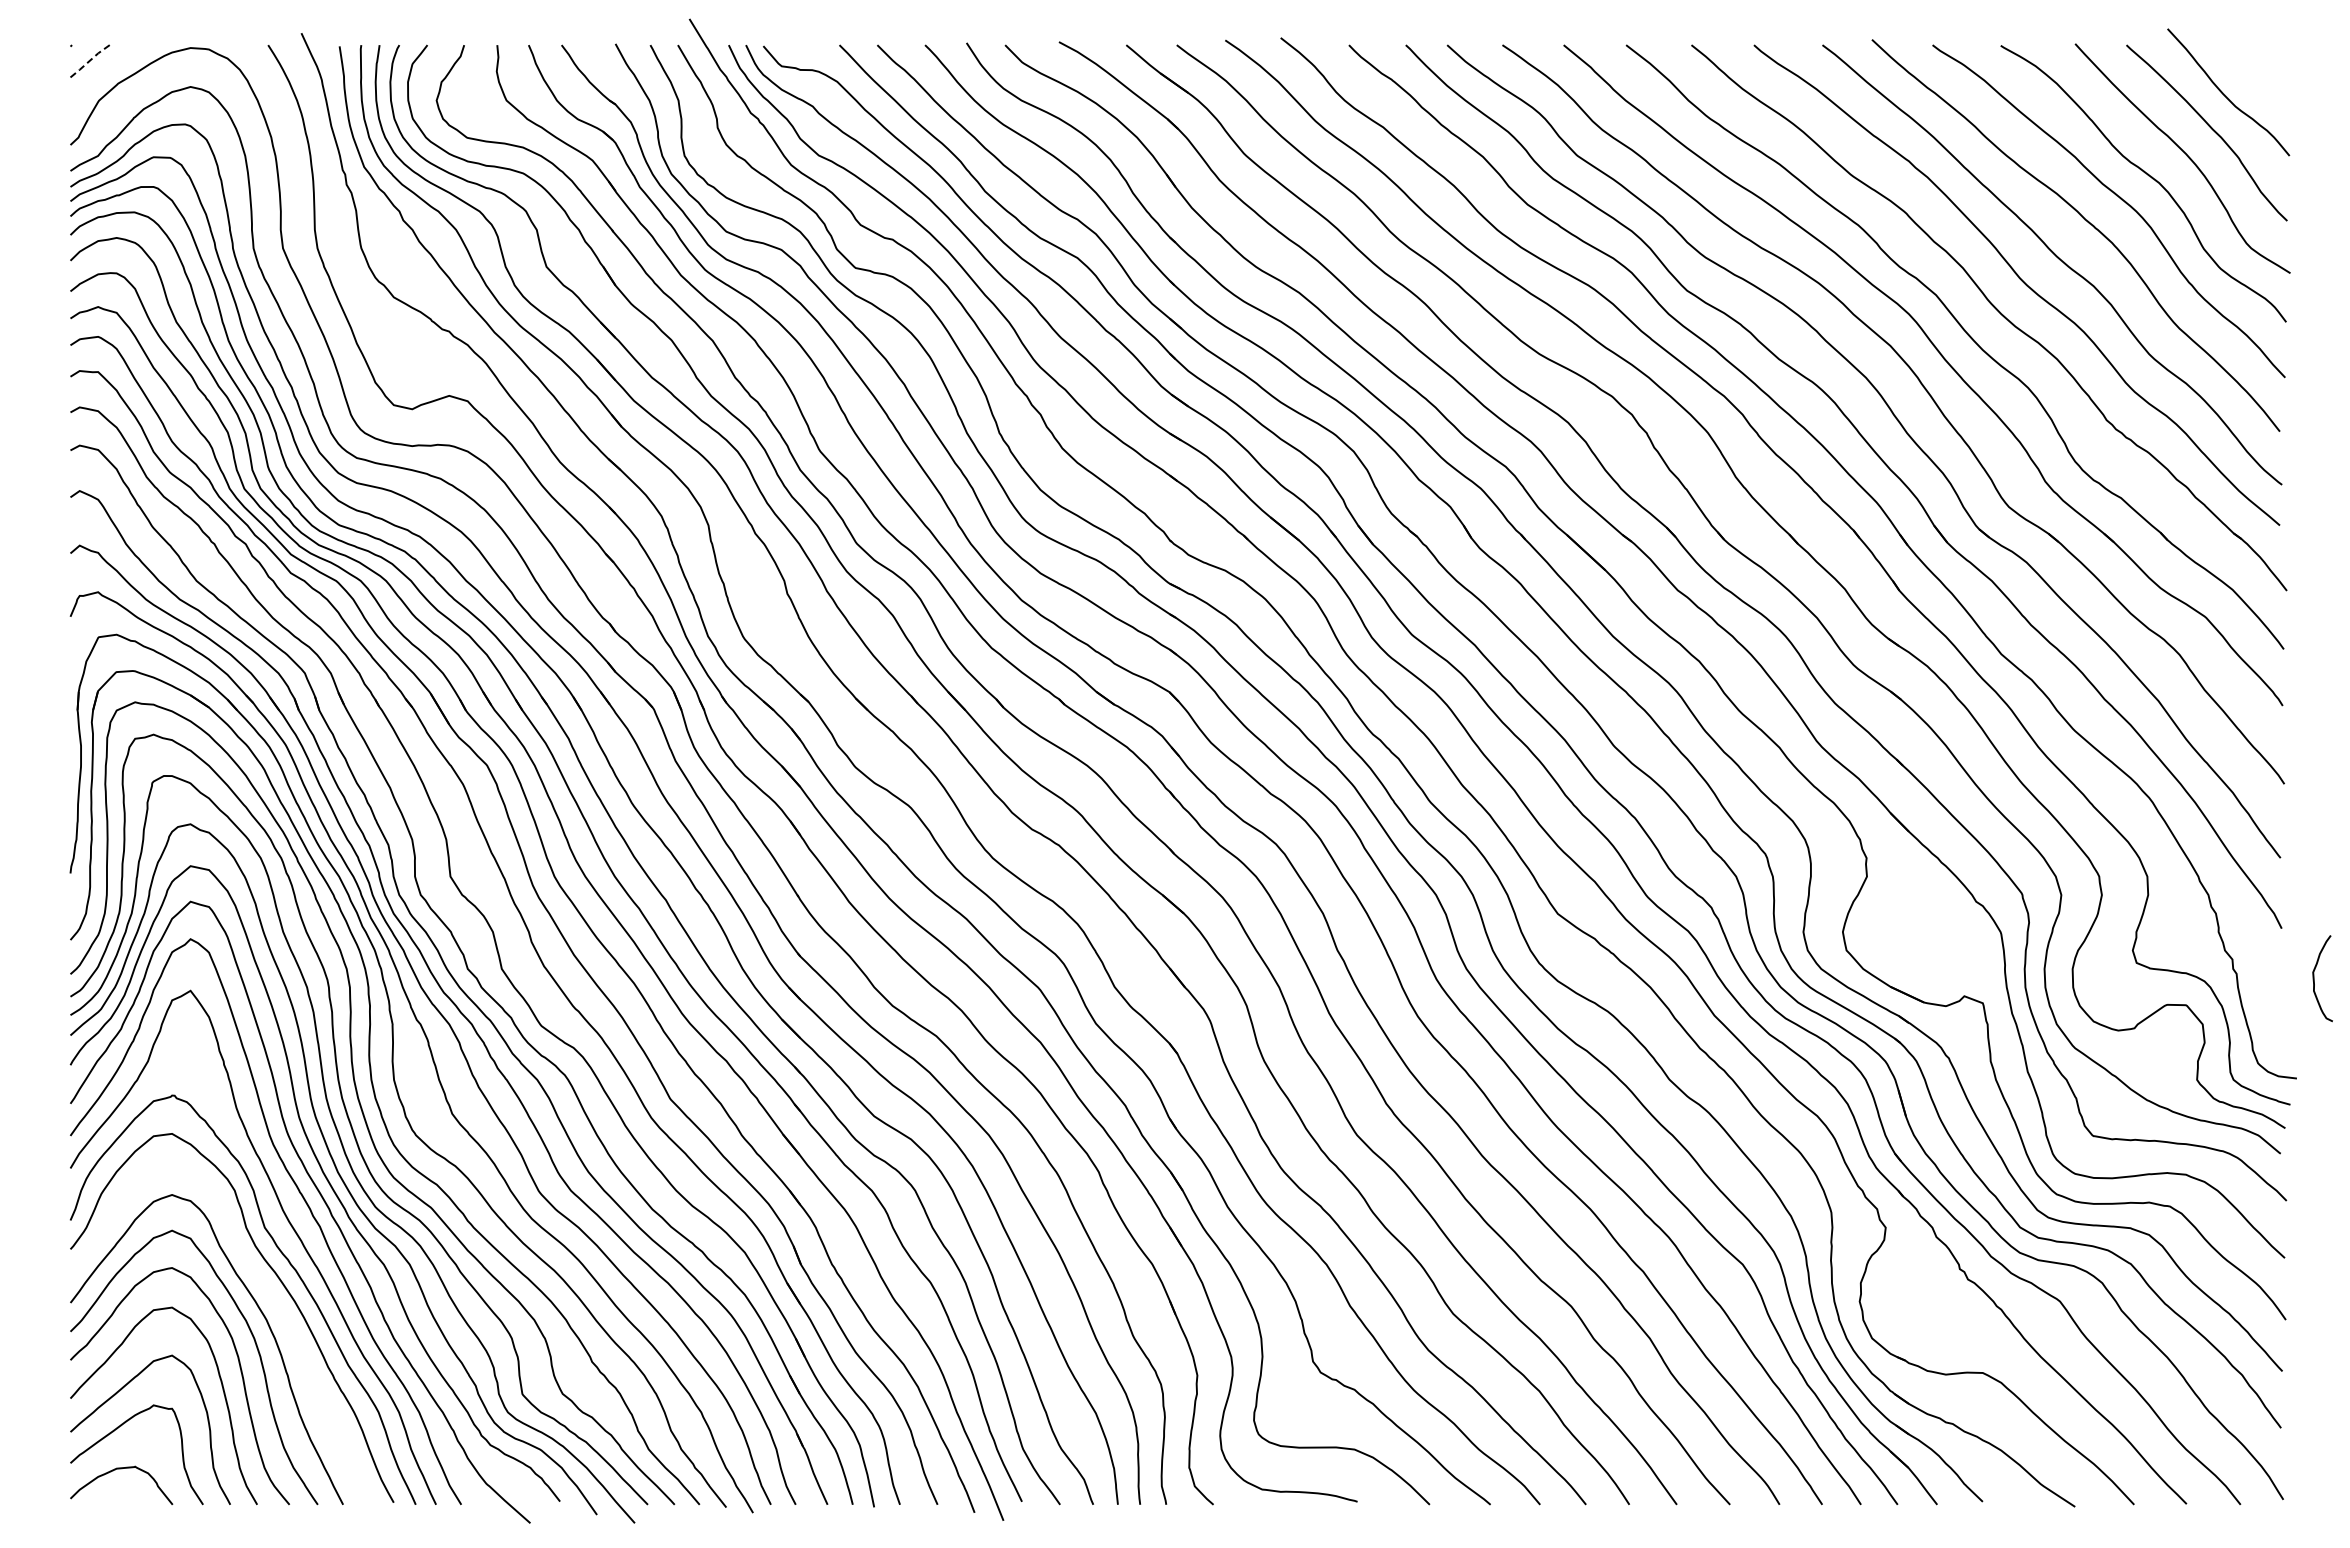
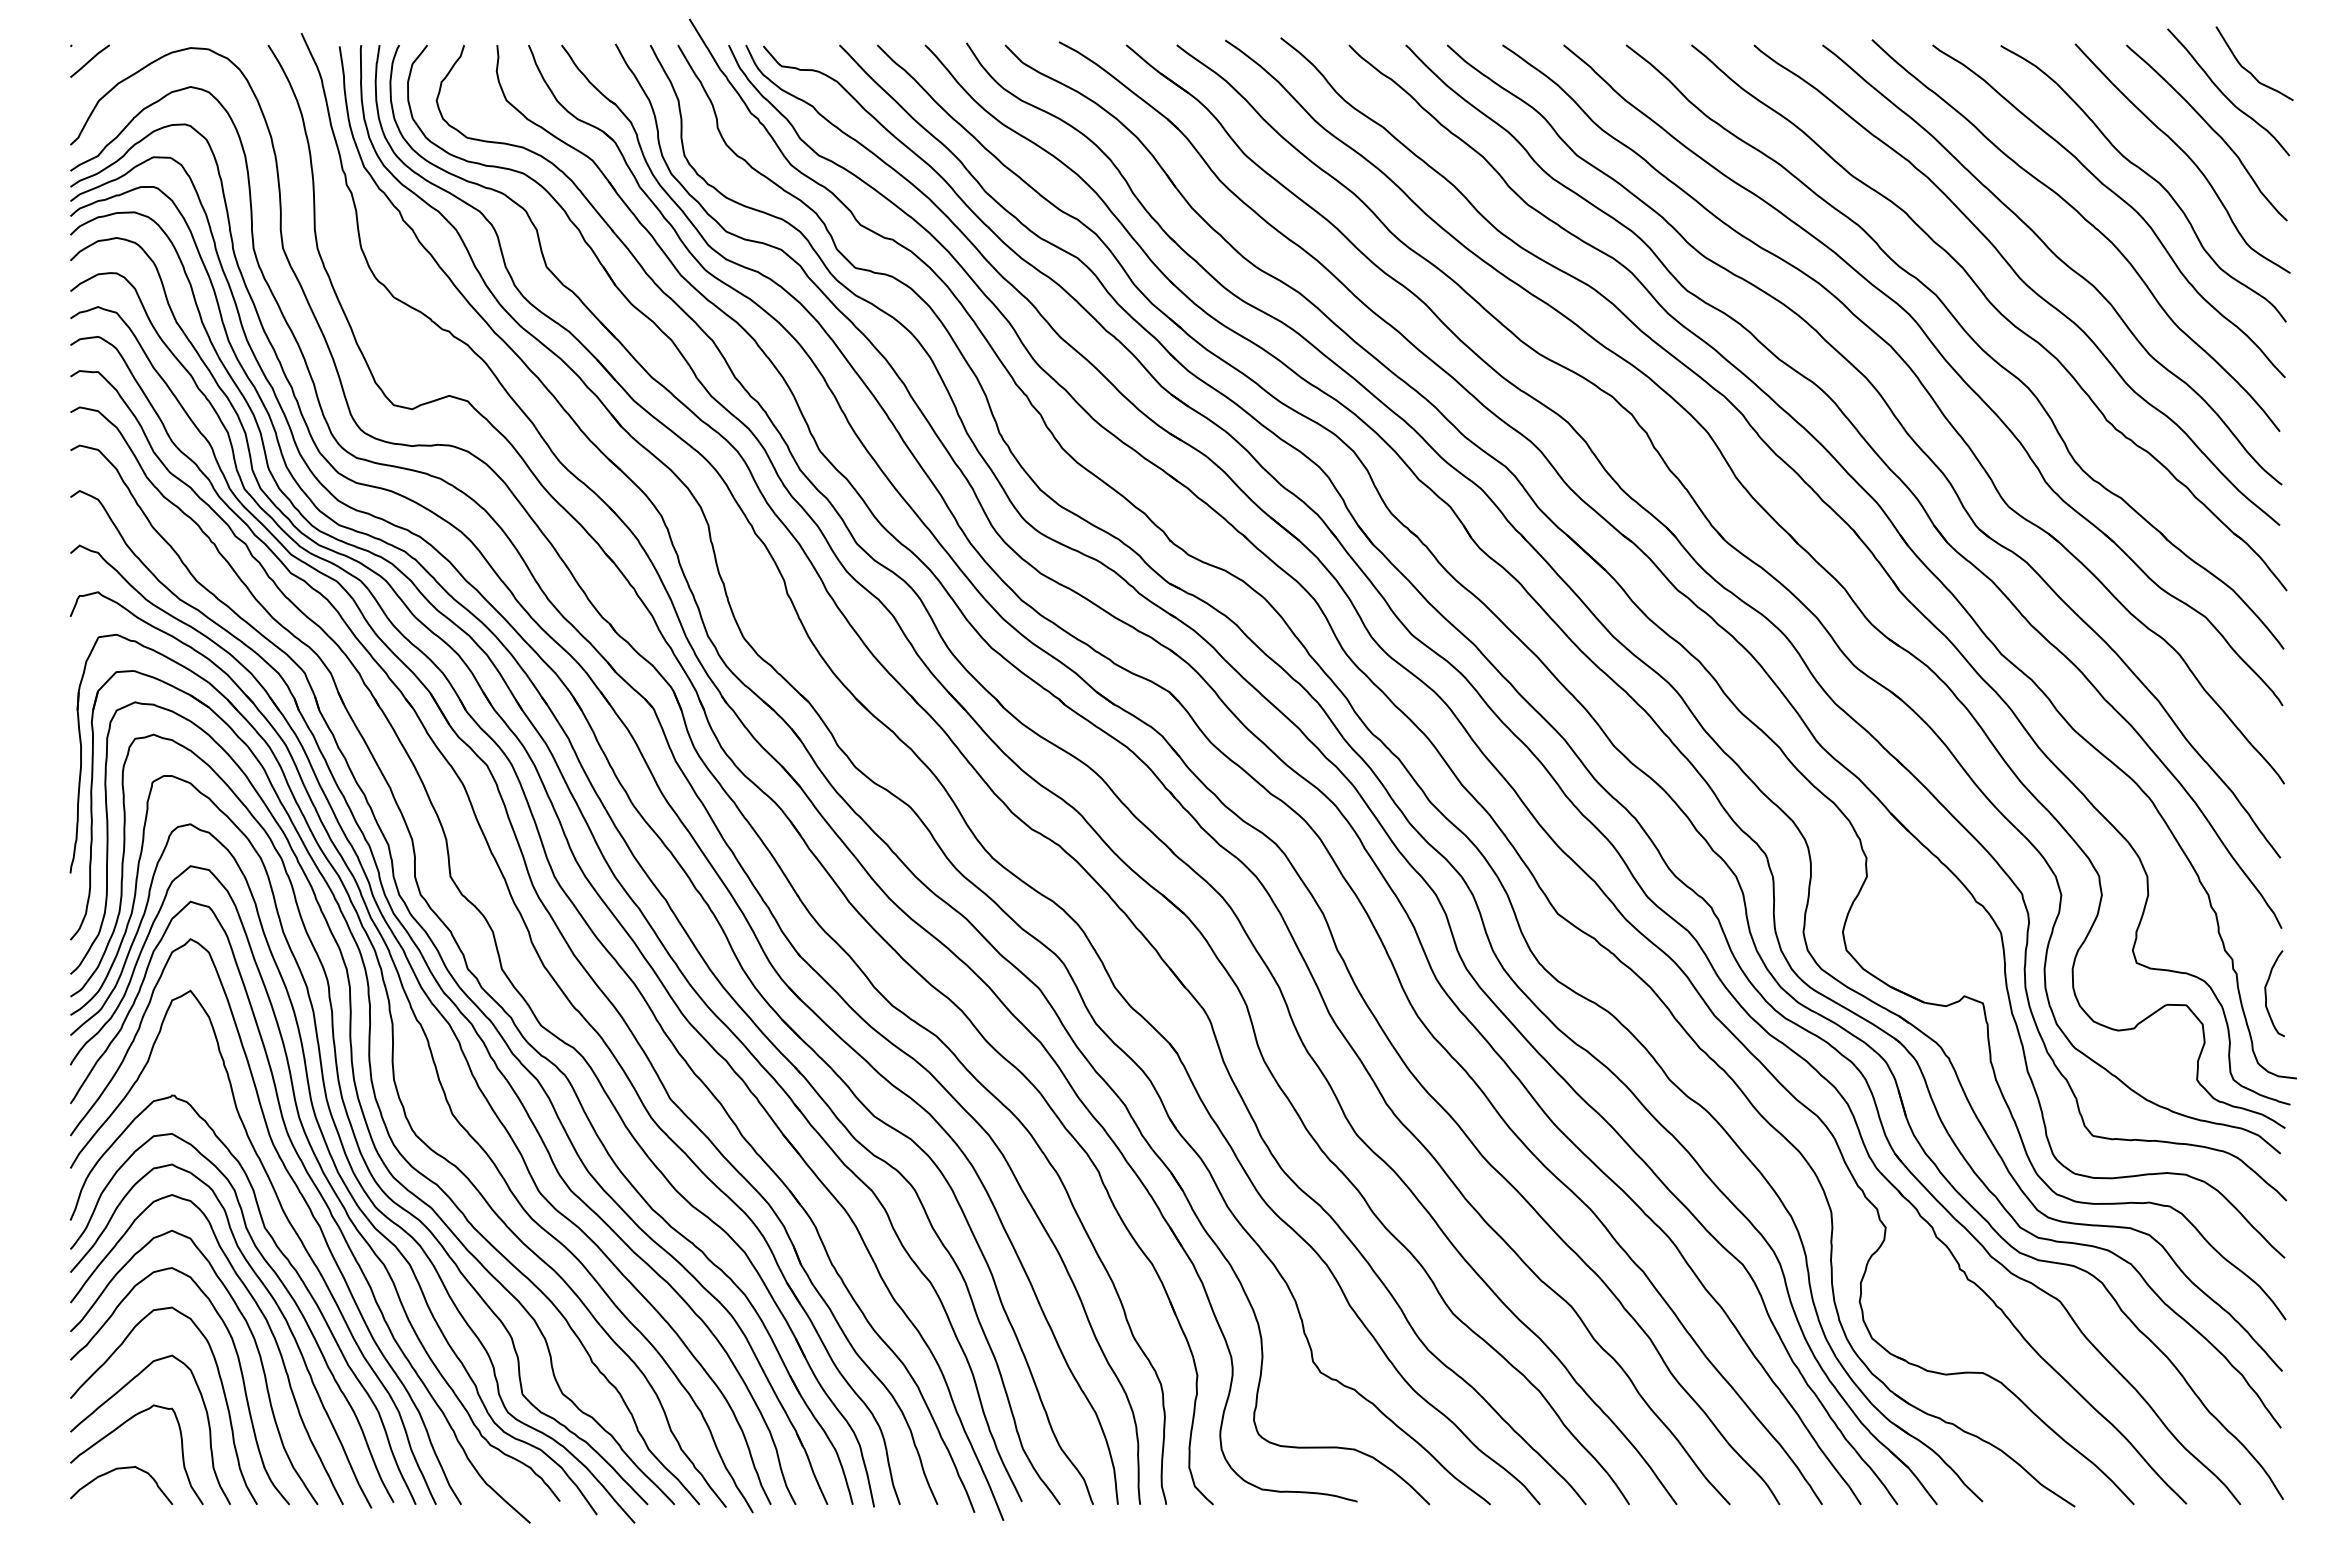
line at (90, 60): dashed -> solid
curve at (2250, 71): none -> present
curve at (2314, 978) position: (2314, 978) -> (2266, 993)
curve at (275, 1304): none -> present
